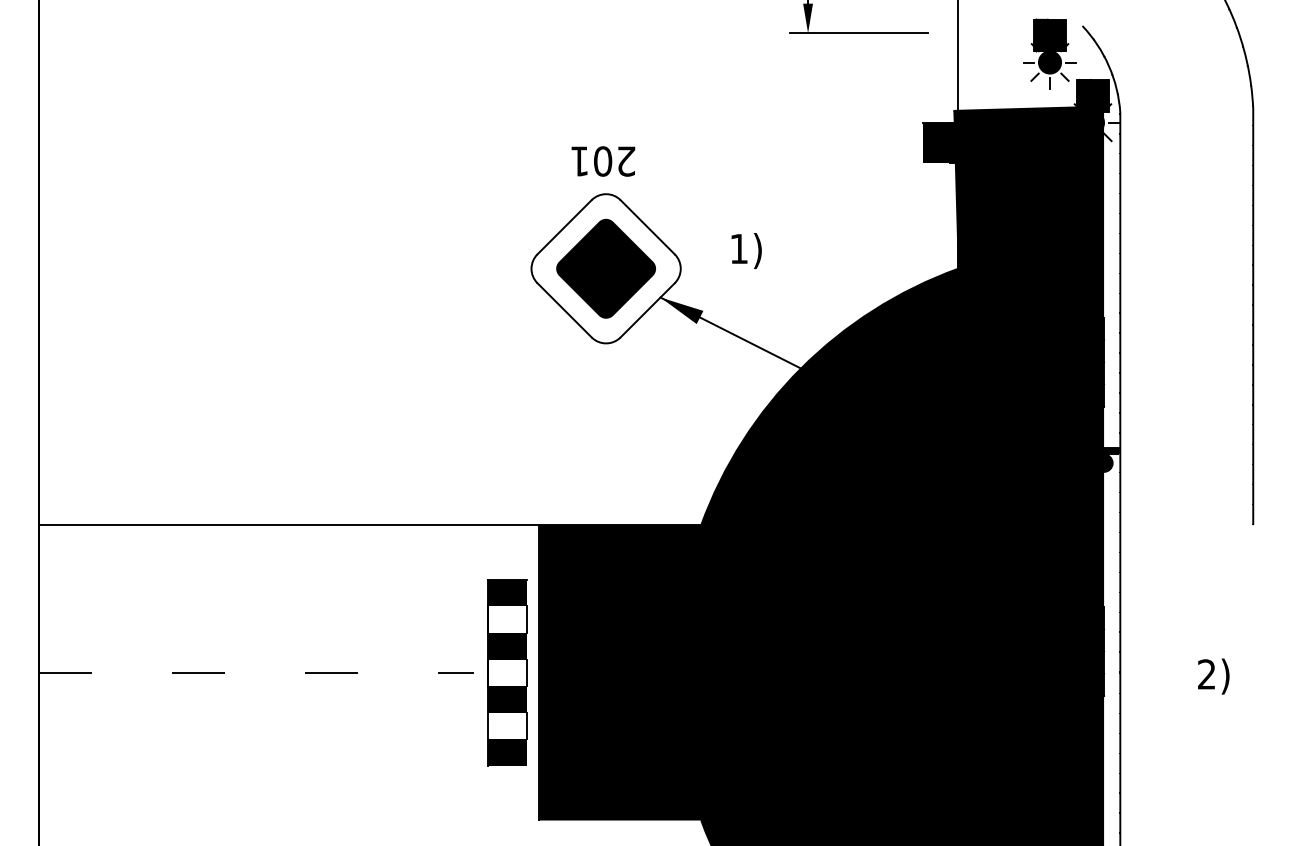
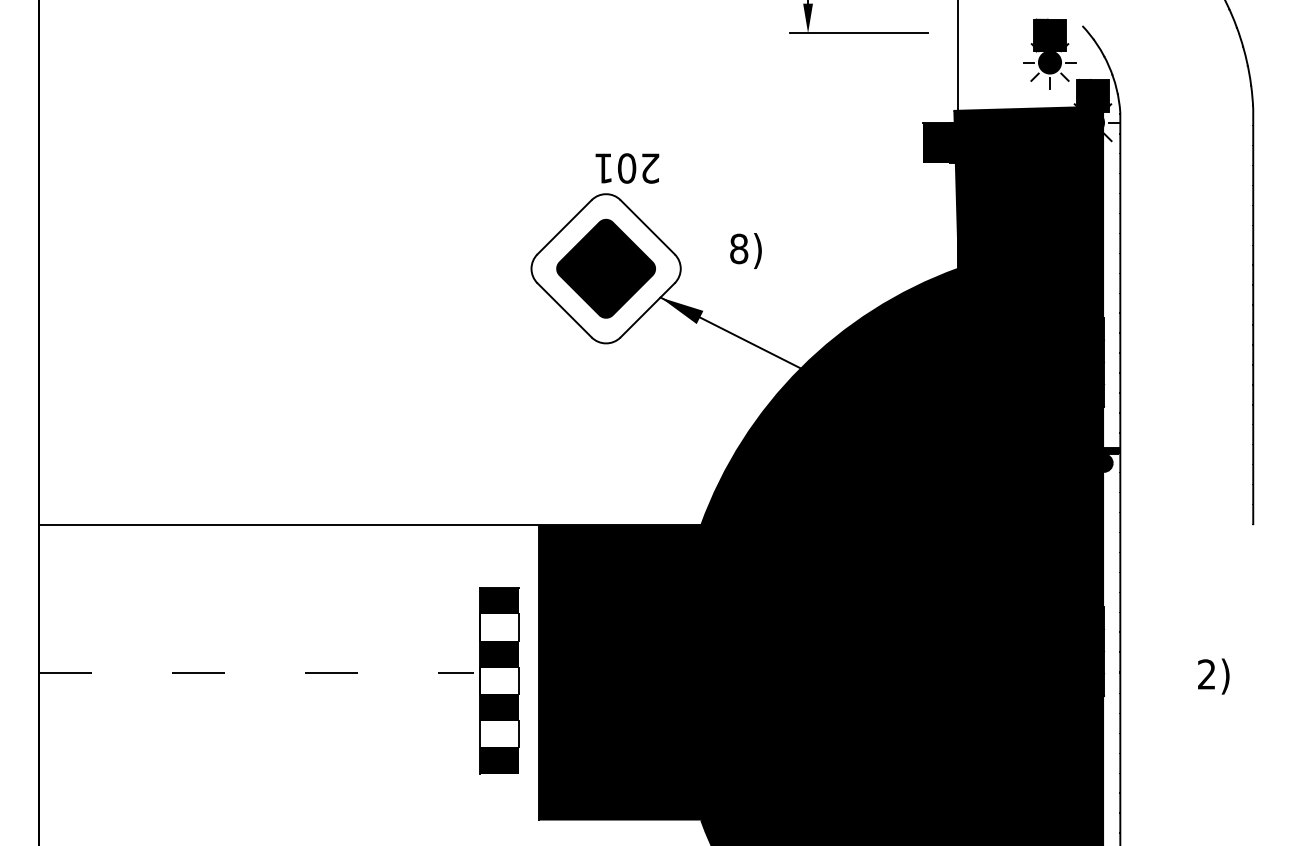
text at (603, 161) position: (603, 161) -> (627, 168)
text at (739, 248): 1) -> 8)
part at (507, 672) position: (507, 672) -> (499, 680)
